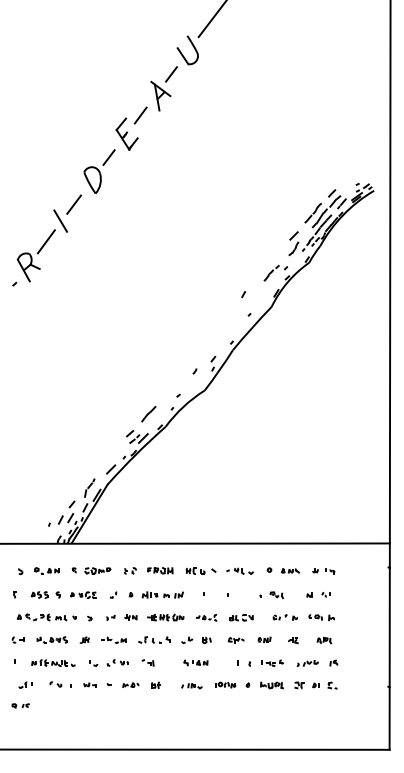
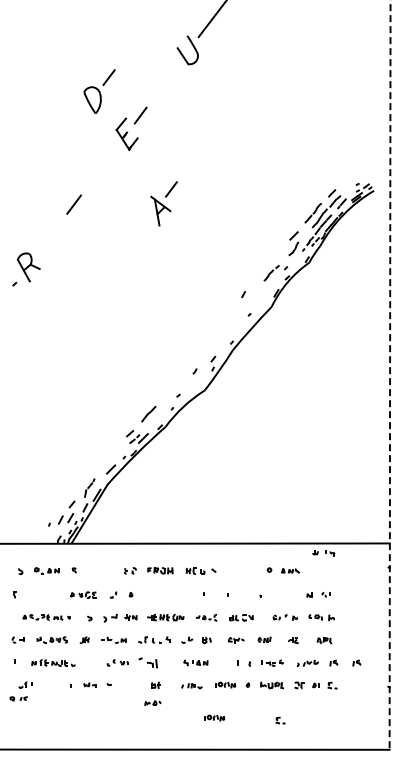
part at (163, 88) position: (163, 88) -> (163, 203)
part at (99, 171) position: (99, 171) -> (99, 91)
line at (60, 220): present -> none
line at (45, 241): present -> none
line at (390, 375): solid -> dashed
part at (97, 570): present -> none
part at (239, 570): present -> none
part at (323, 571) position: (323, 571) -> (323, 553)
part at (45, 594): present -> none
part at (162, 594): present -> none
part at (276, 595): present -> none
part at (46, 617) size: 61x9 px -> 49x7 px
part at (110, 617) size: 10x7 px -> 15x9 px
part at (147, 662) size: 14x8 px -> 20x12 px
part at (356, 662): none -> present
part at (93, 663): present -> none
part at (55, 684): present -> none
part at (130, 684) position: (130, 684) -> (152, 702)
part at (20, 705) position: (20, 705) -> (18, 698)
part at (214, 717): none -> present
part at (280, 720): none -> present
